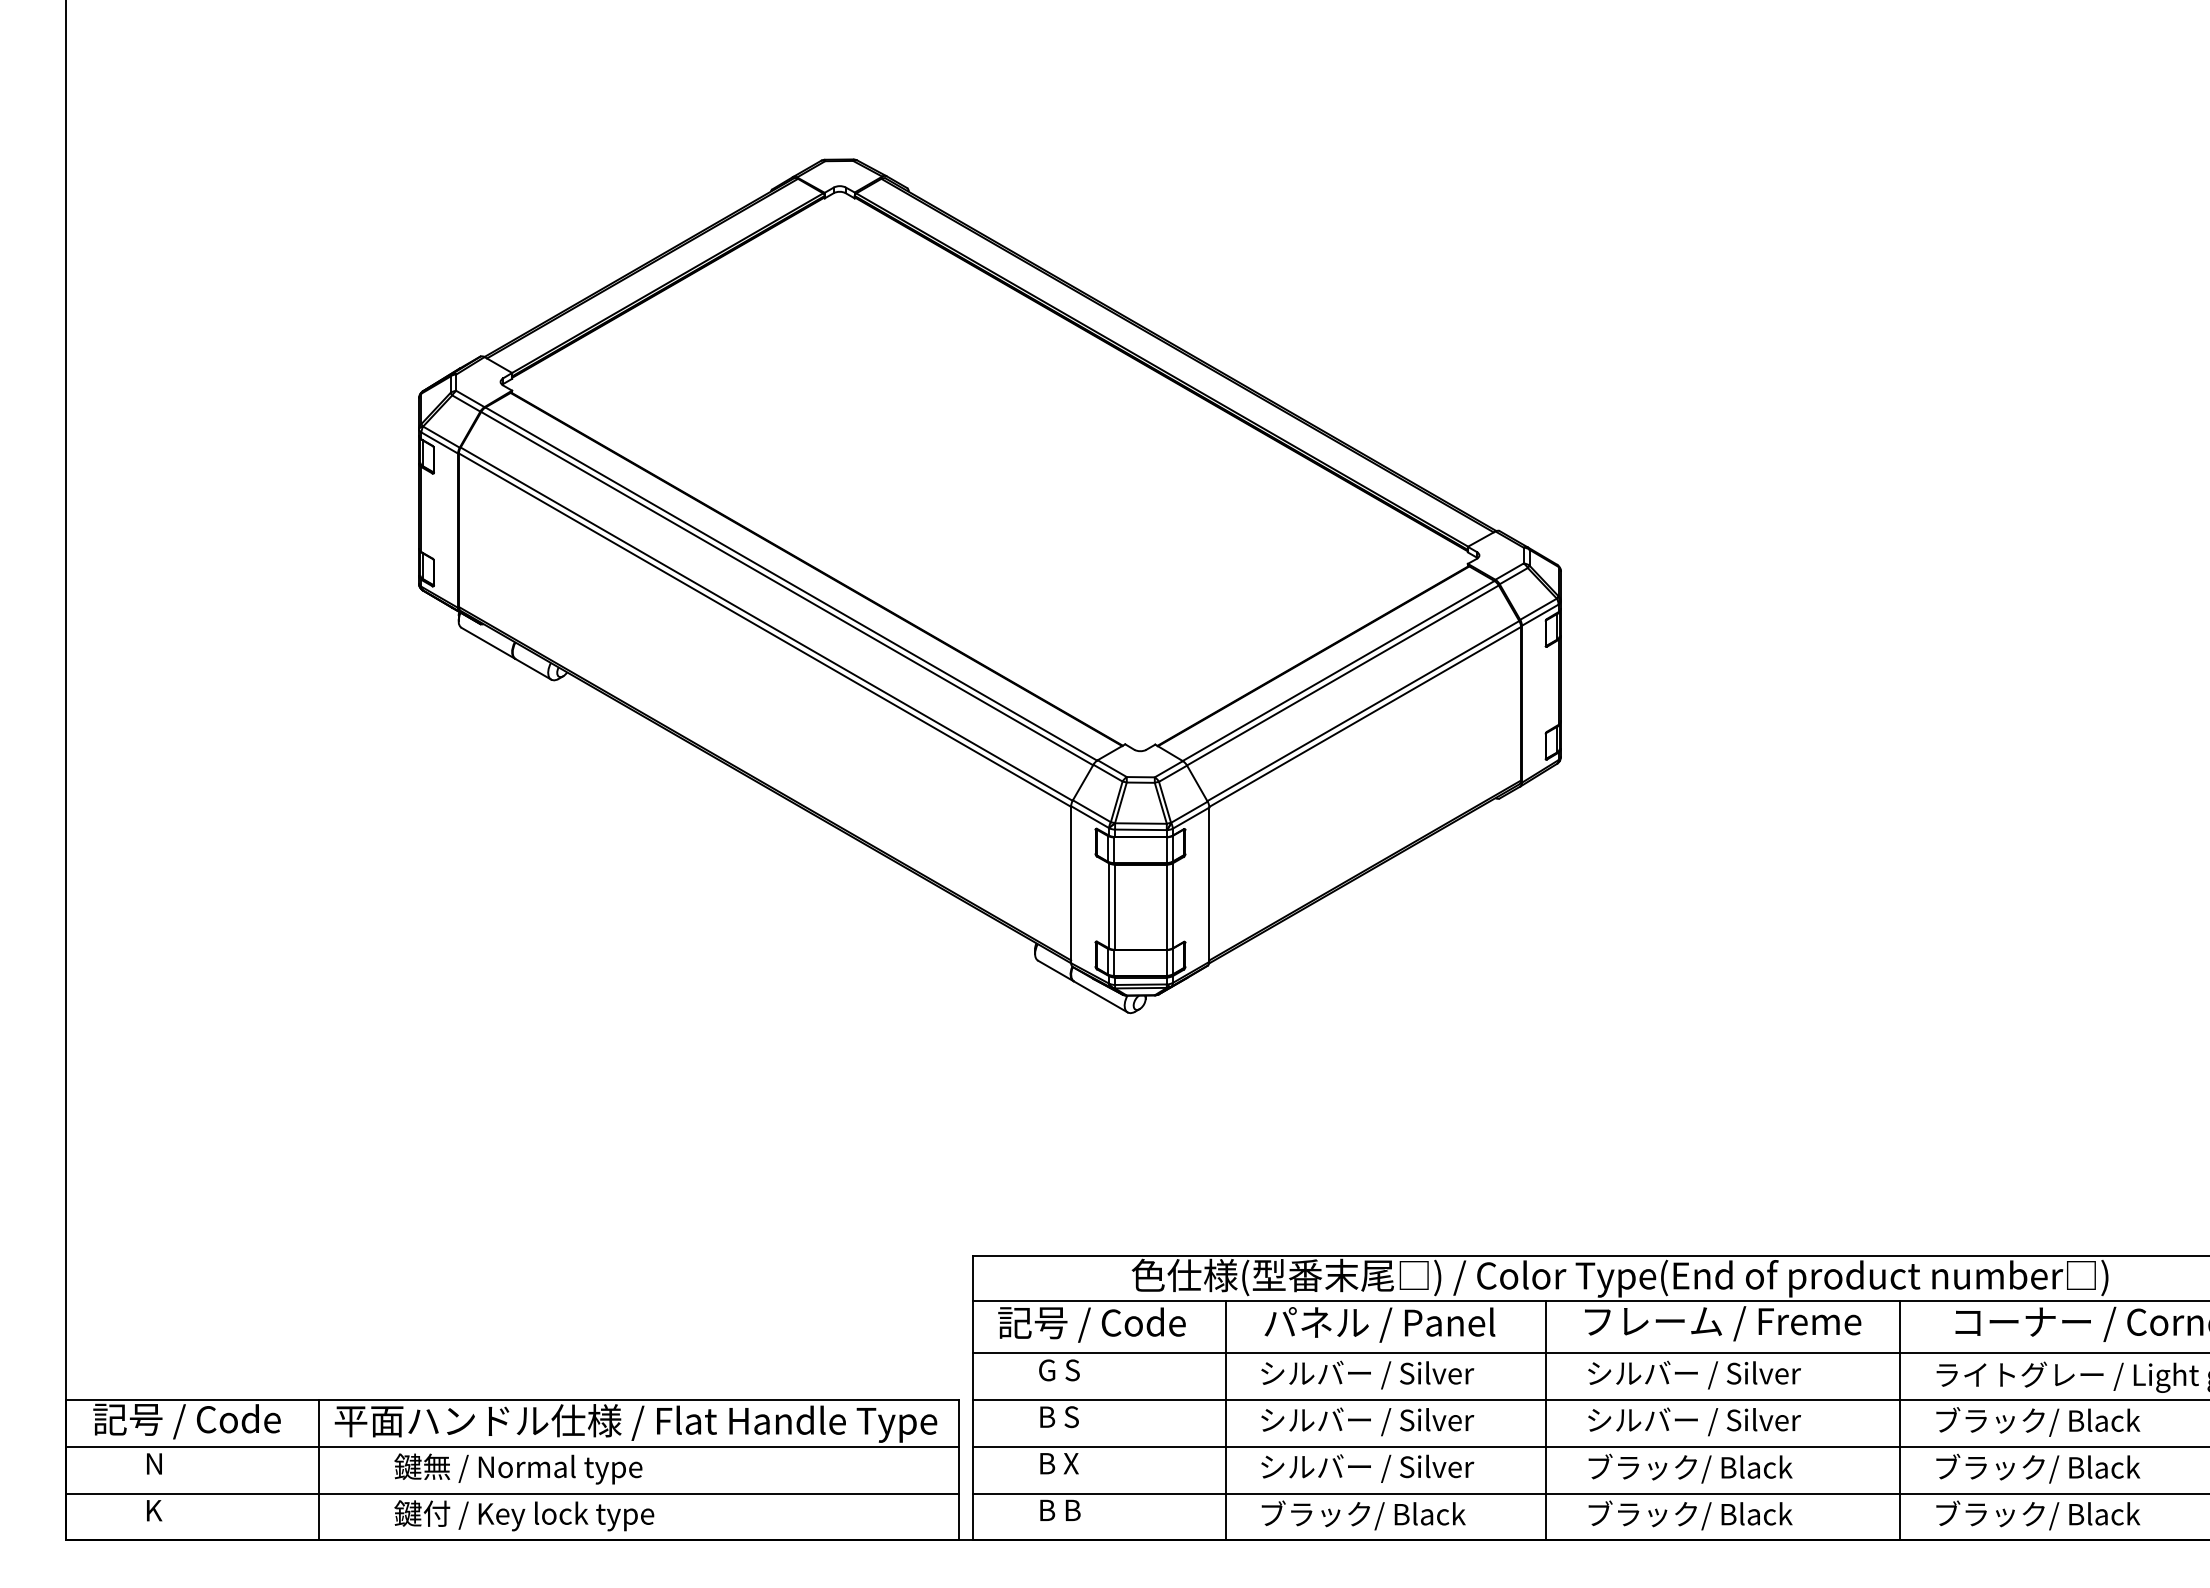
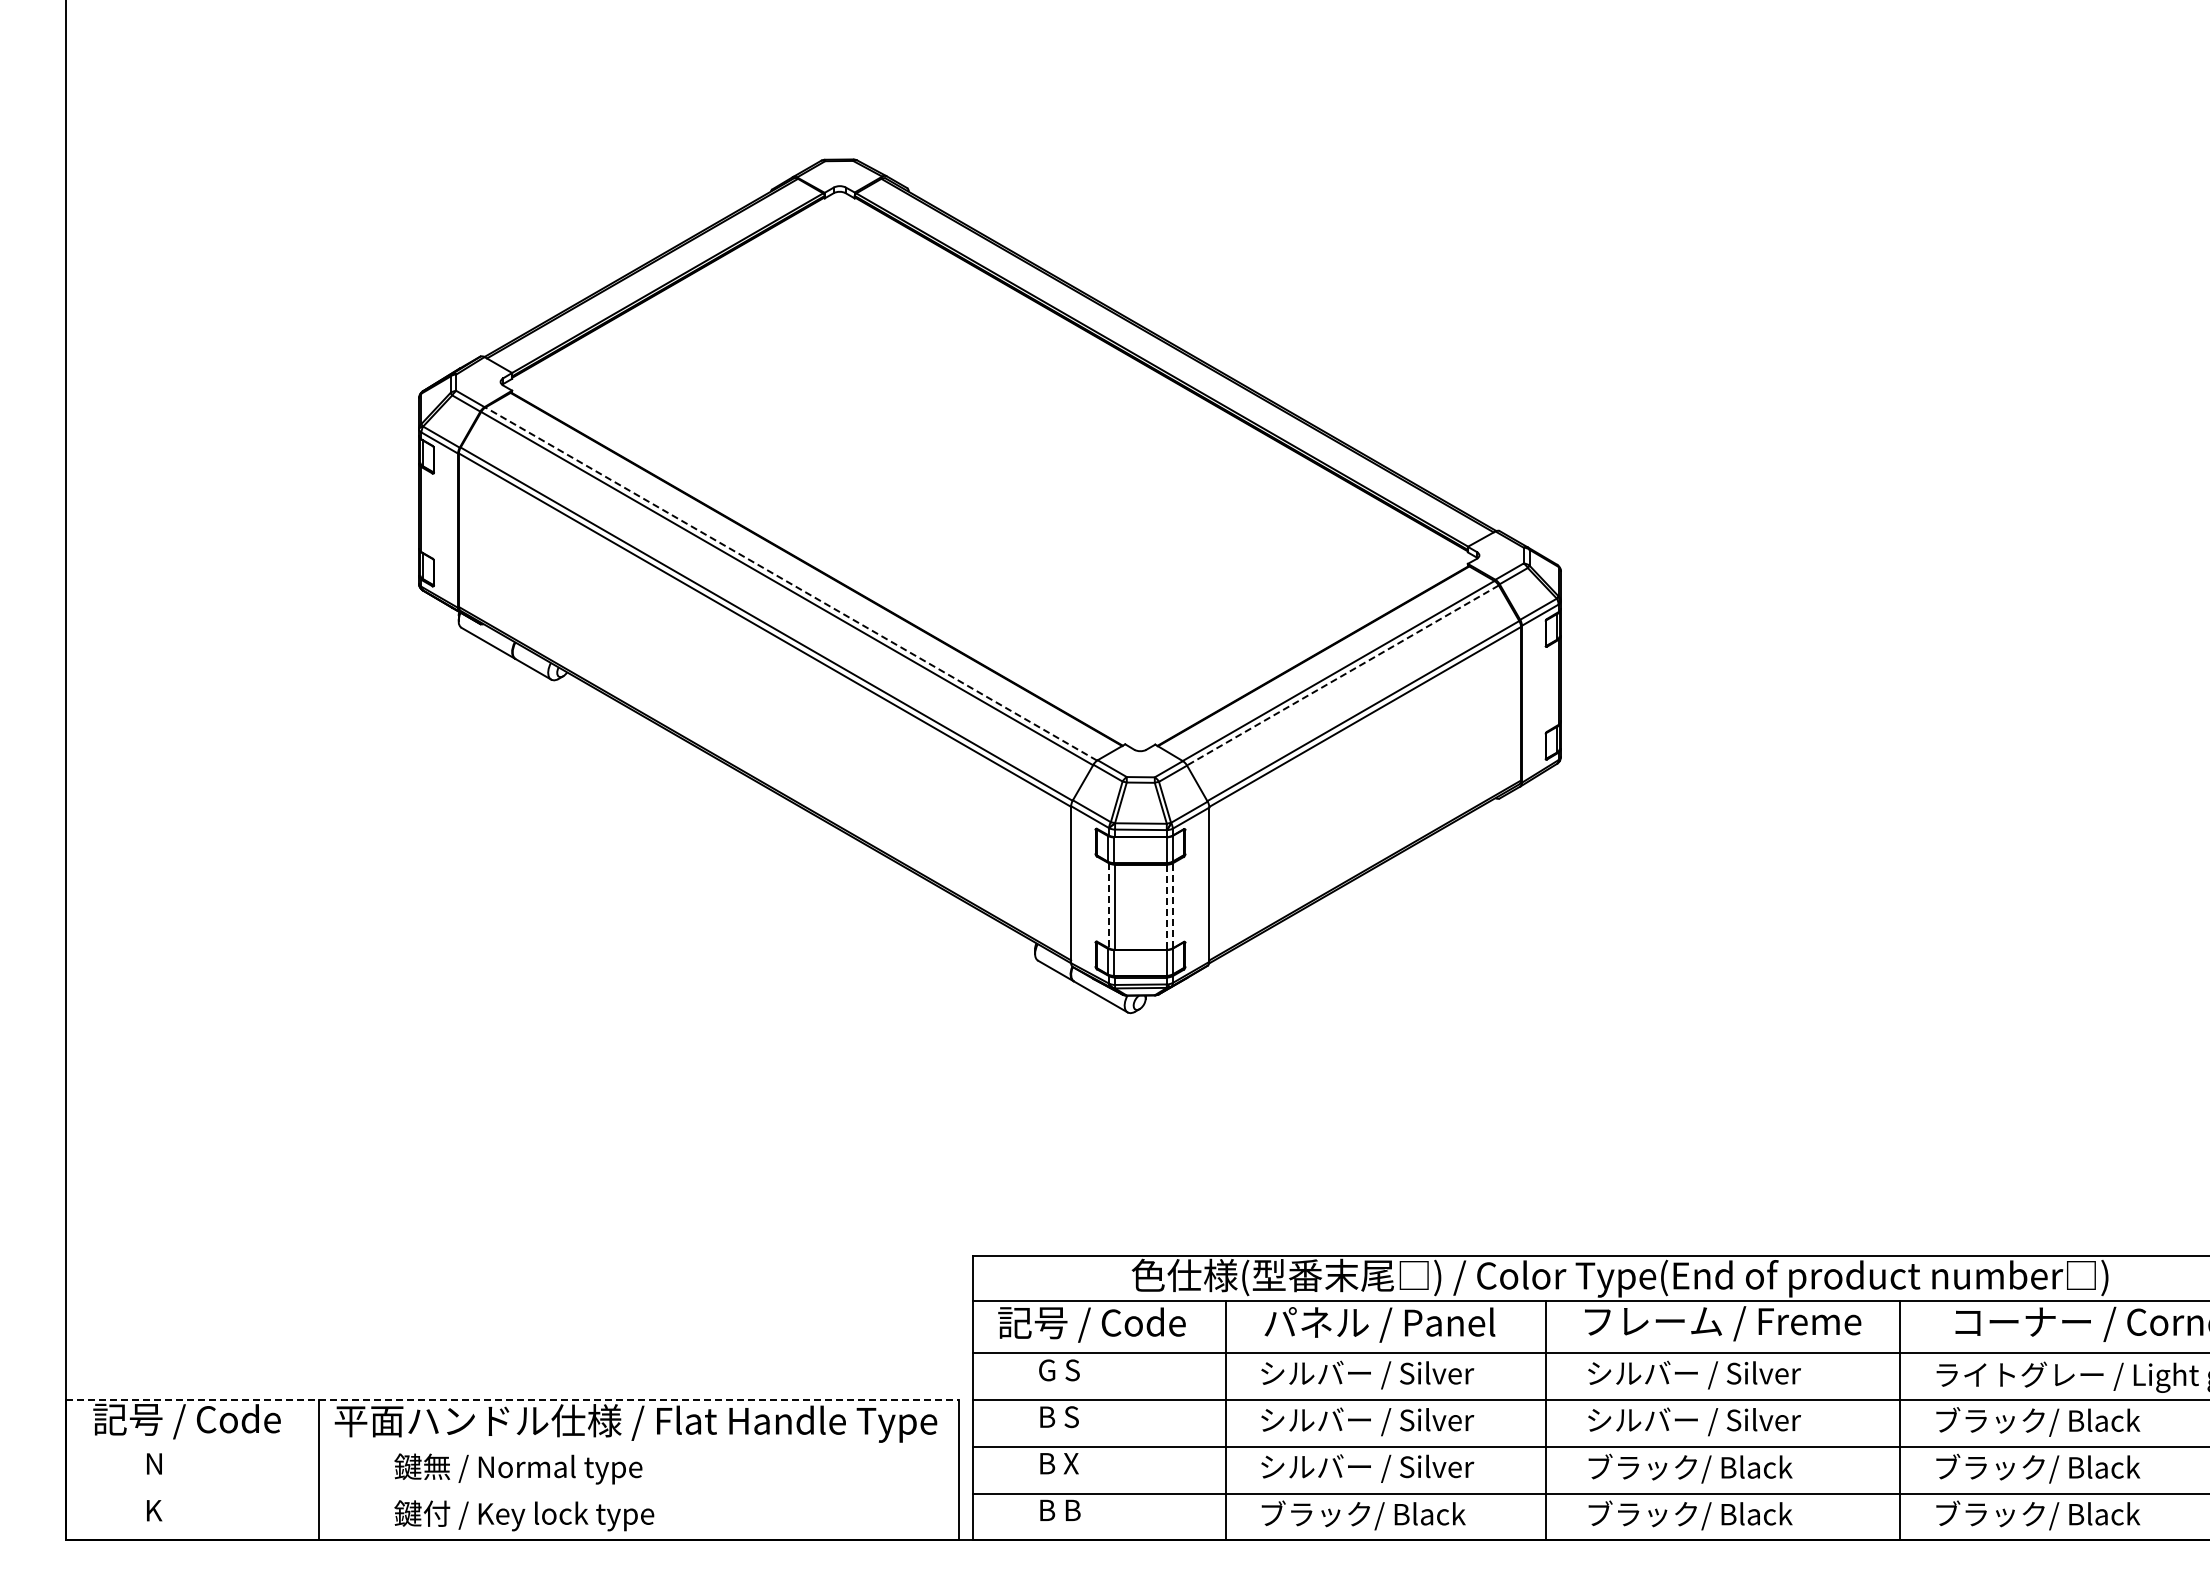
line at (790, 583): solid -> dashed
line at (1342, 675): solid -> dashed
line at (1109, 905): solid -> dashed
line at (1172, 905): solid -> dashed
line at (1166, 907): solid -> dashed
line at (513, 1400): solid -> dashed
line at (512, 1446): present -> none
line at (512, 1493): present -> none
